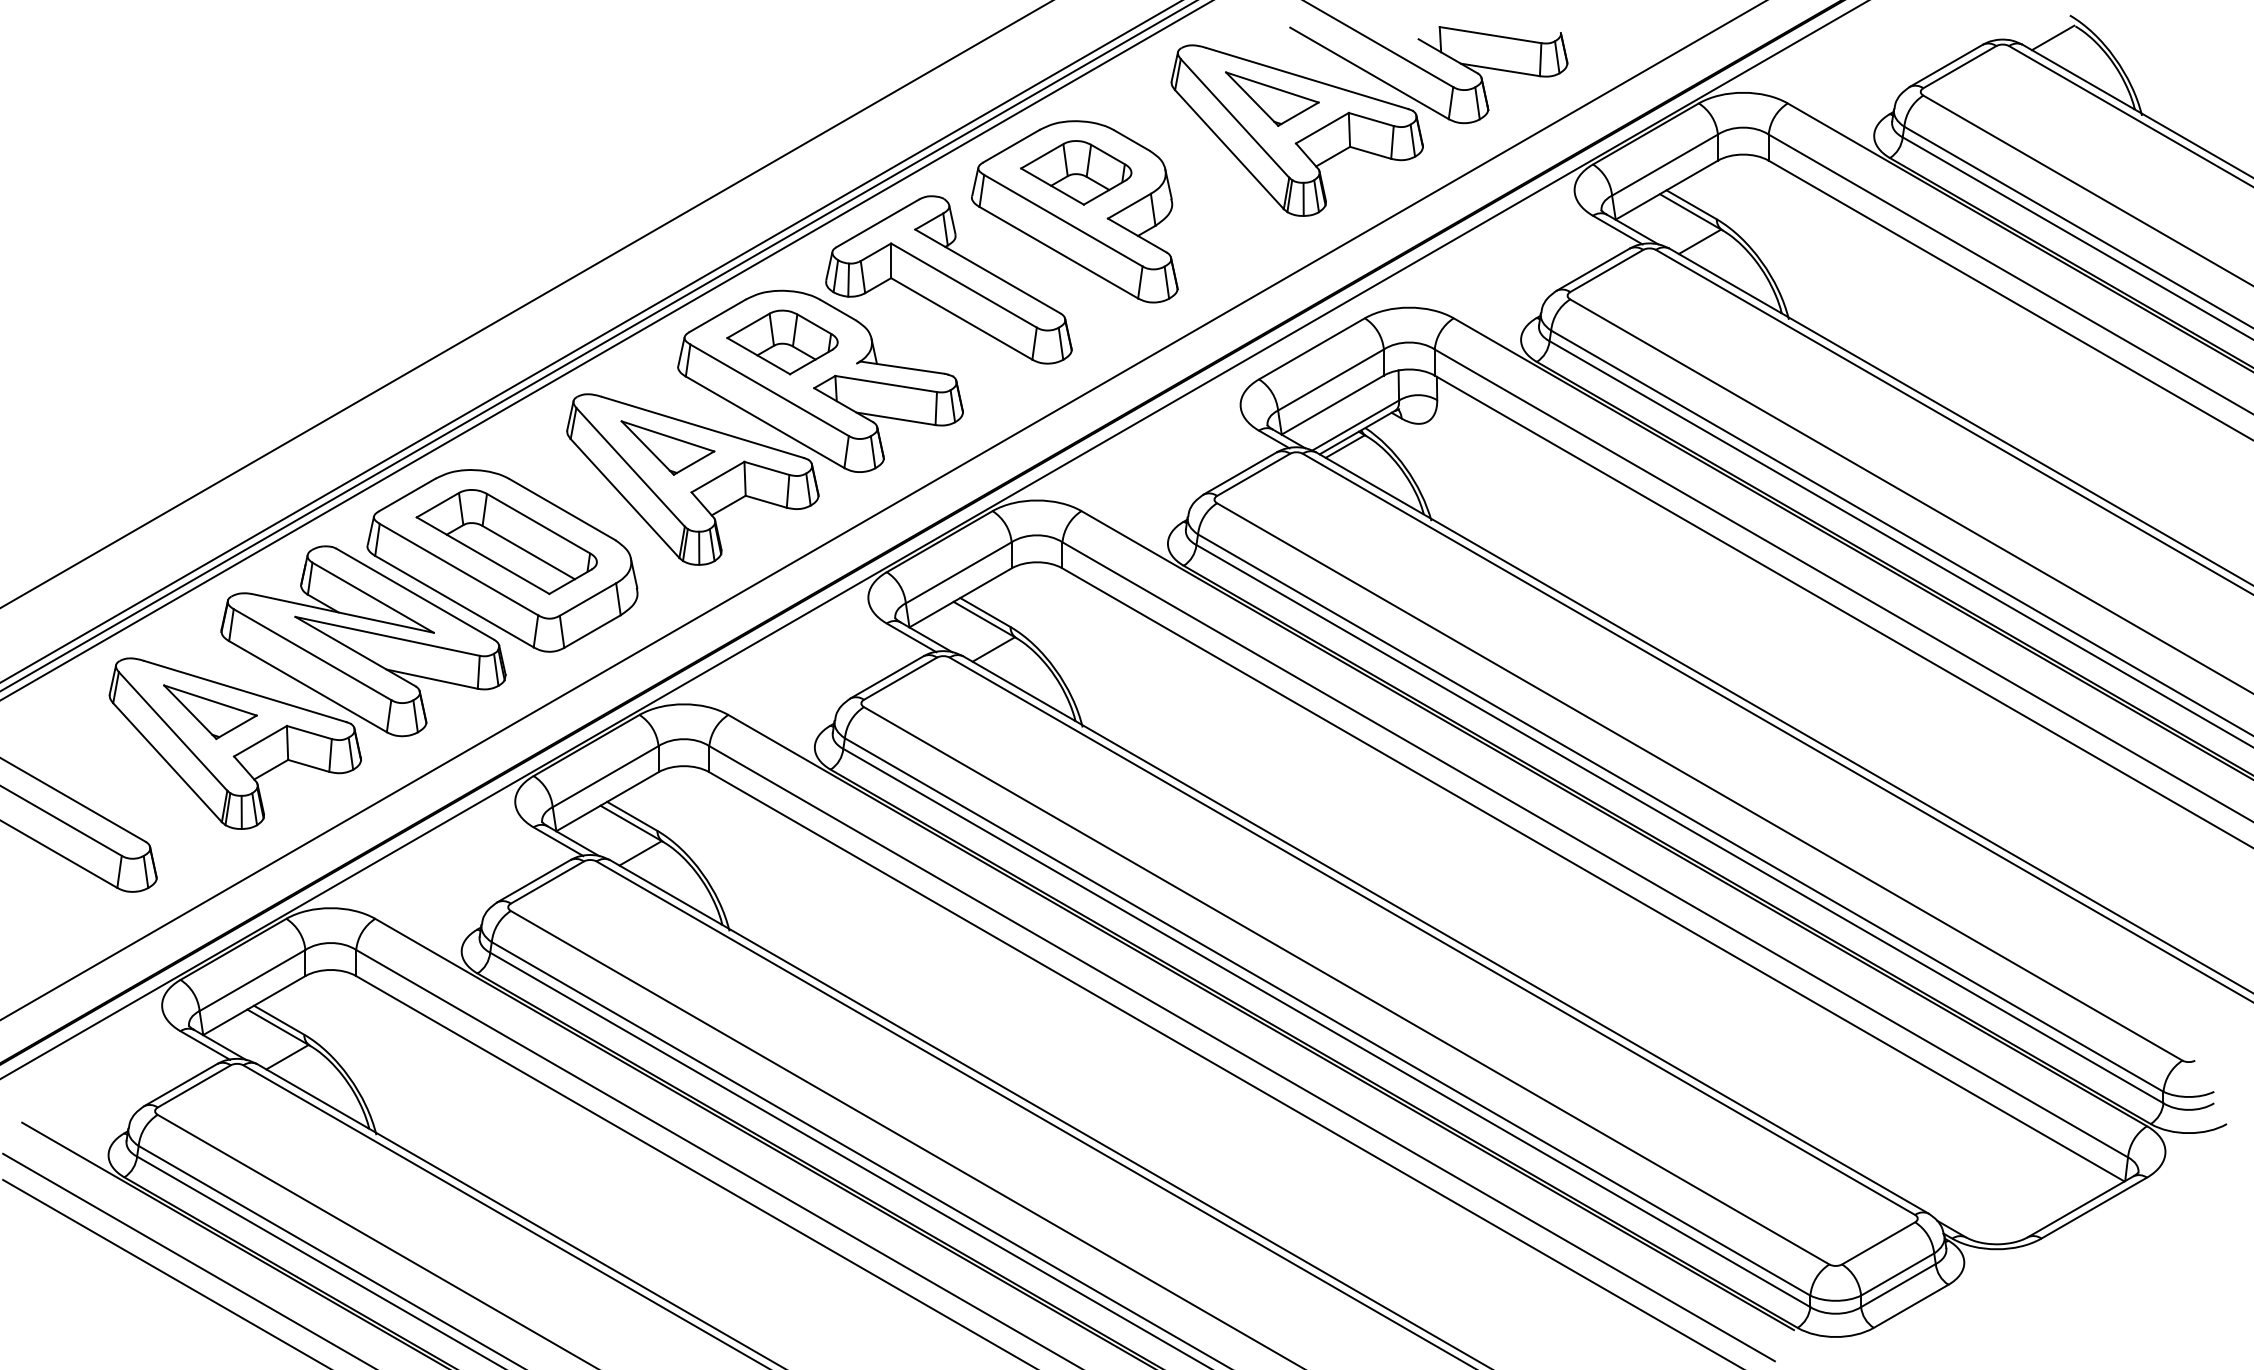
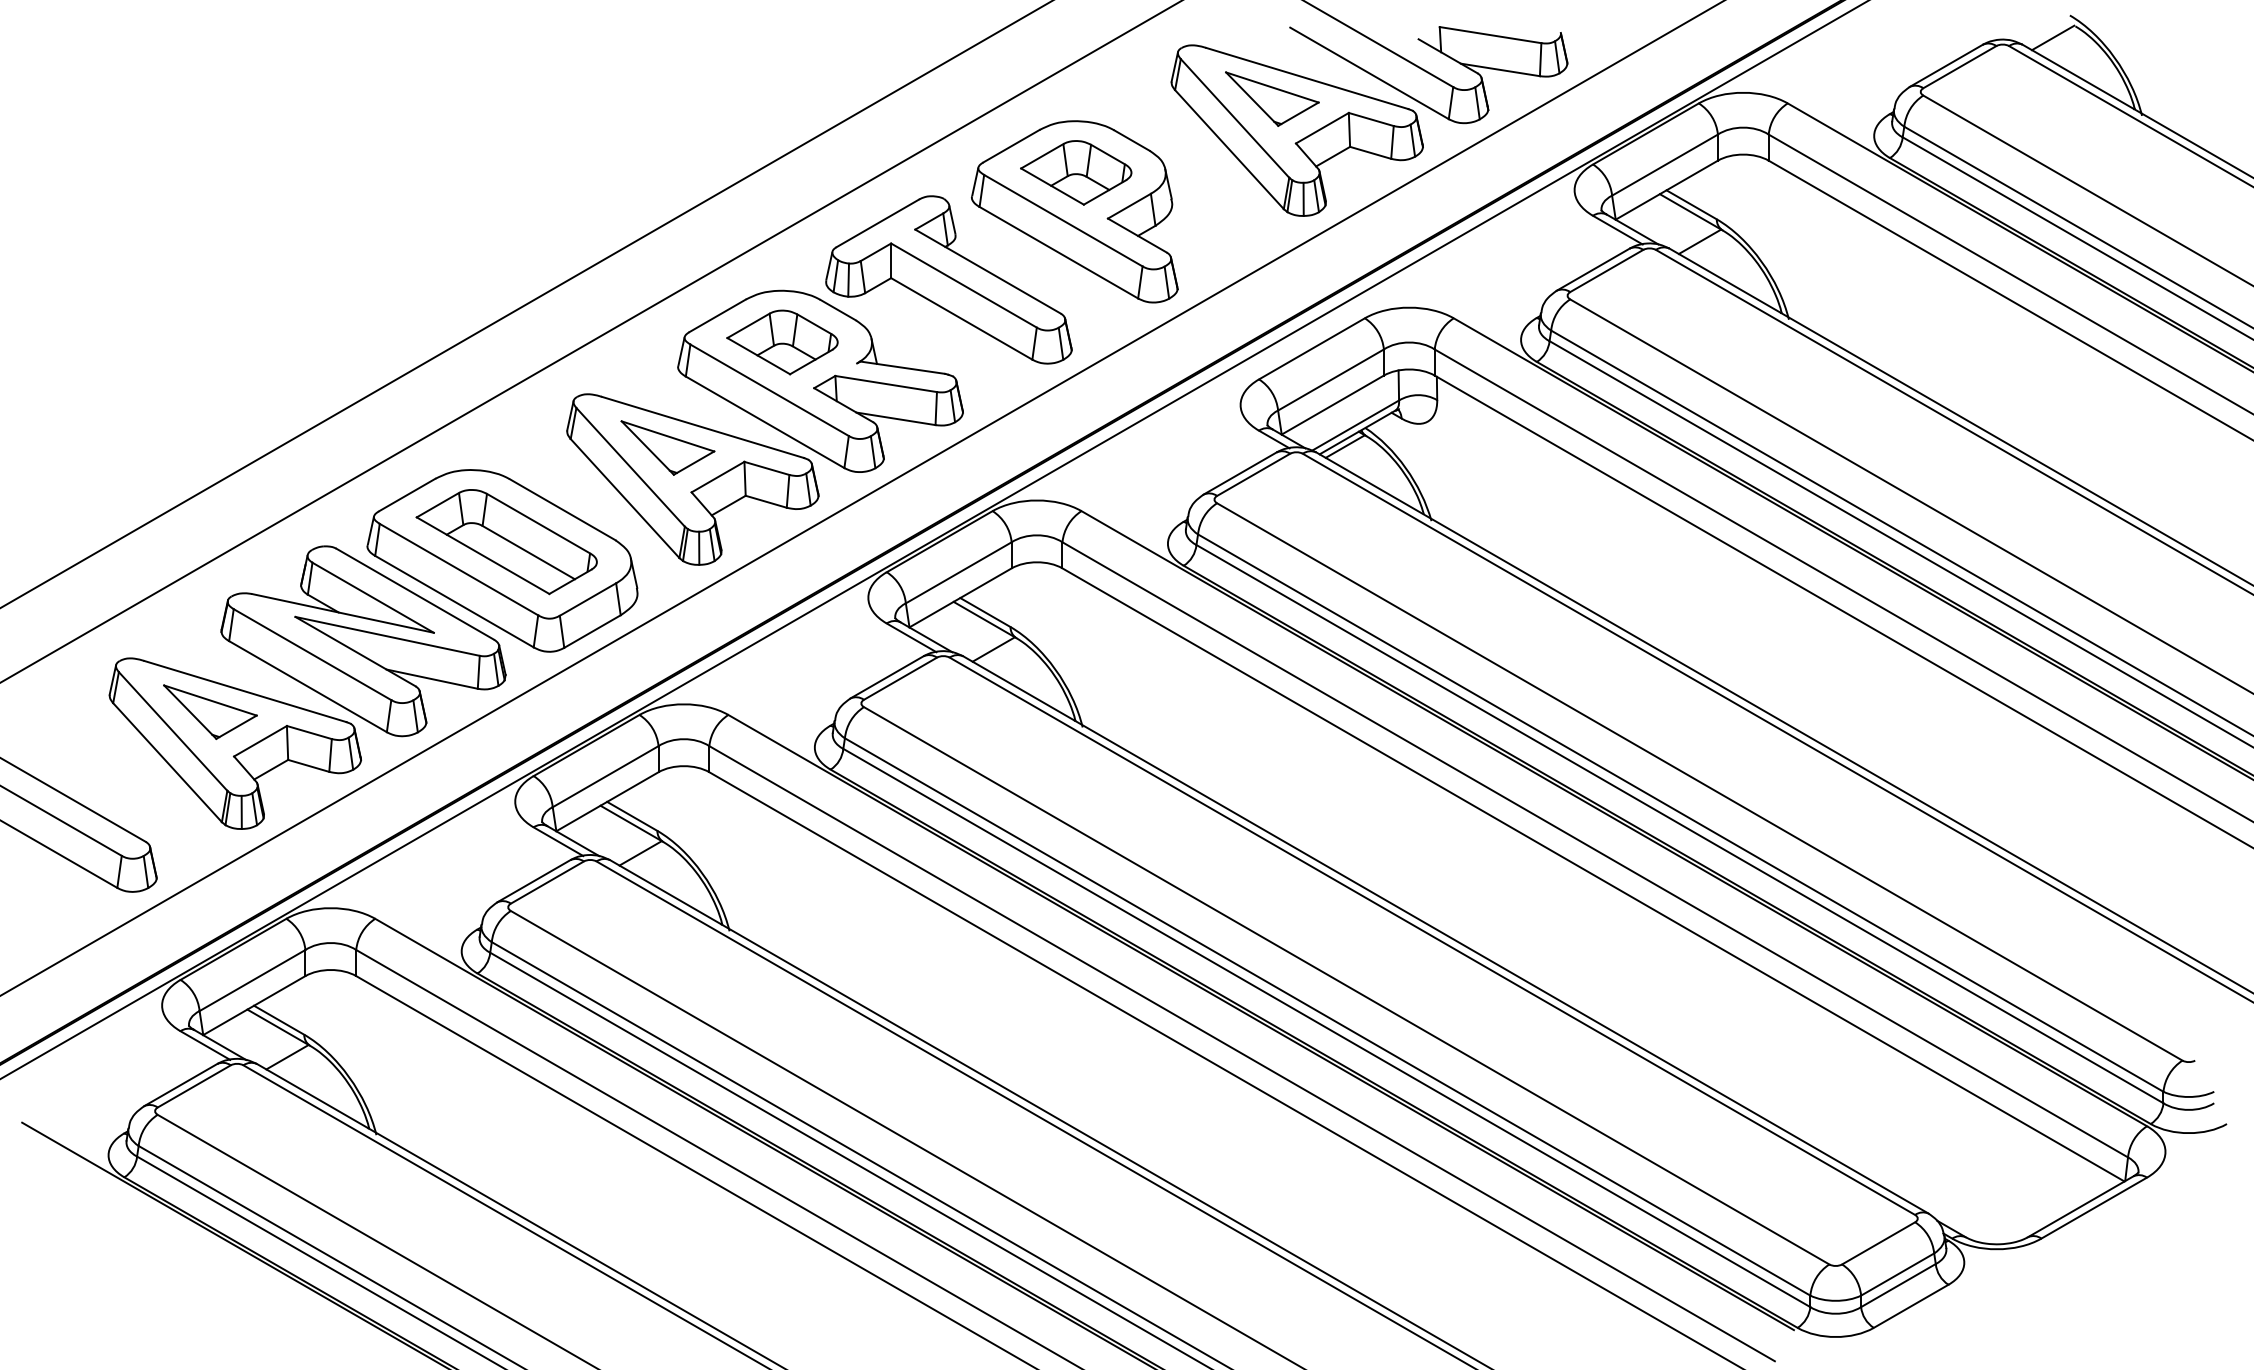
line at (598, 346): present -> none
line at (606, 350): present -> none
line at (882, 510) position: (882, 510) -> (861, 498)
line at (187, 1259): present -> none
line at (165, 1272): present -> none
